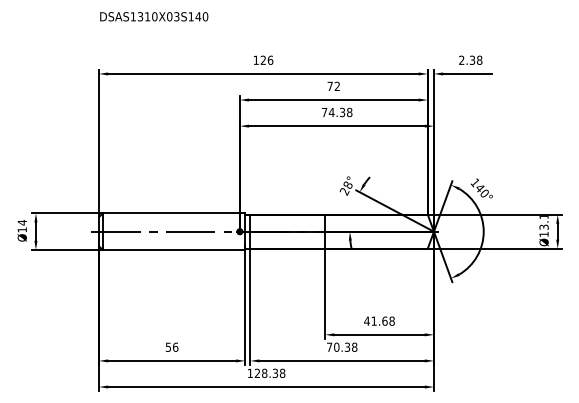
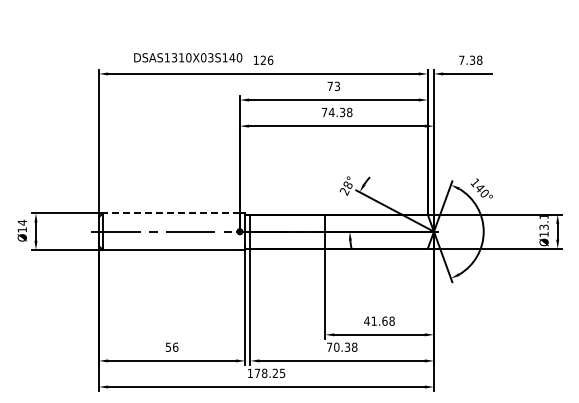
text at (154, 16) position: (154, 16) -> (188, 57)
text at (461, 59): 2.38 -> 7.38
text at (337, 86): 72 -> 73
line at (171, 213): solid -> dashed
text at (269, 373): 128.38 -> 178.25
